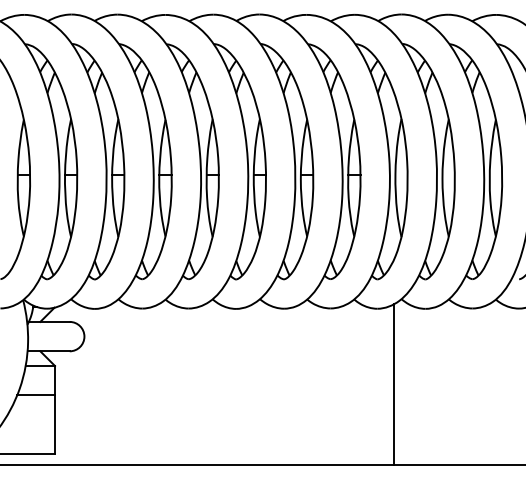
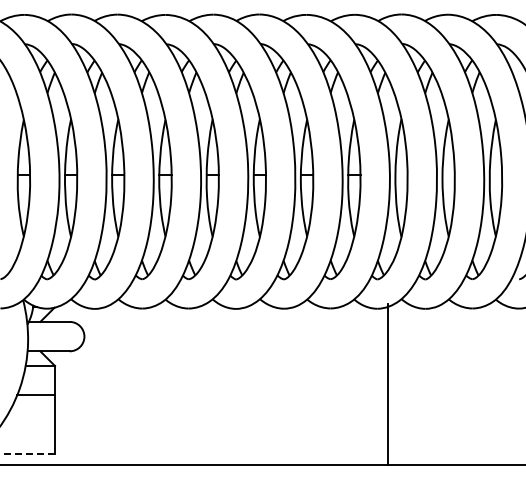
line at (394, 384) position: (394, 384) -> (388, 384)
line at (27, 454): solid -> dashed
